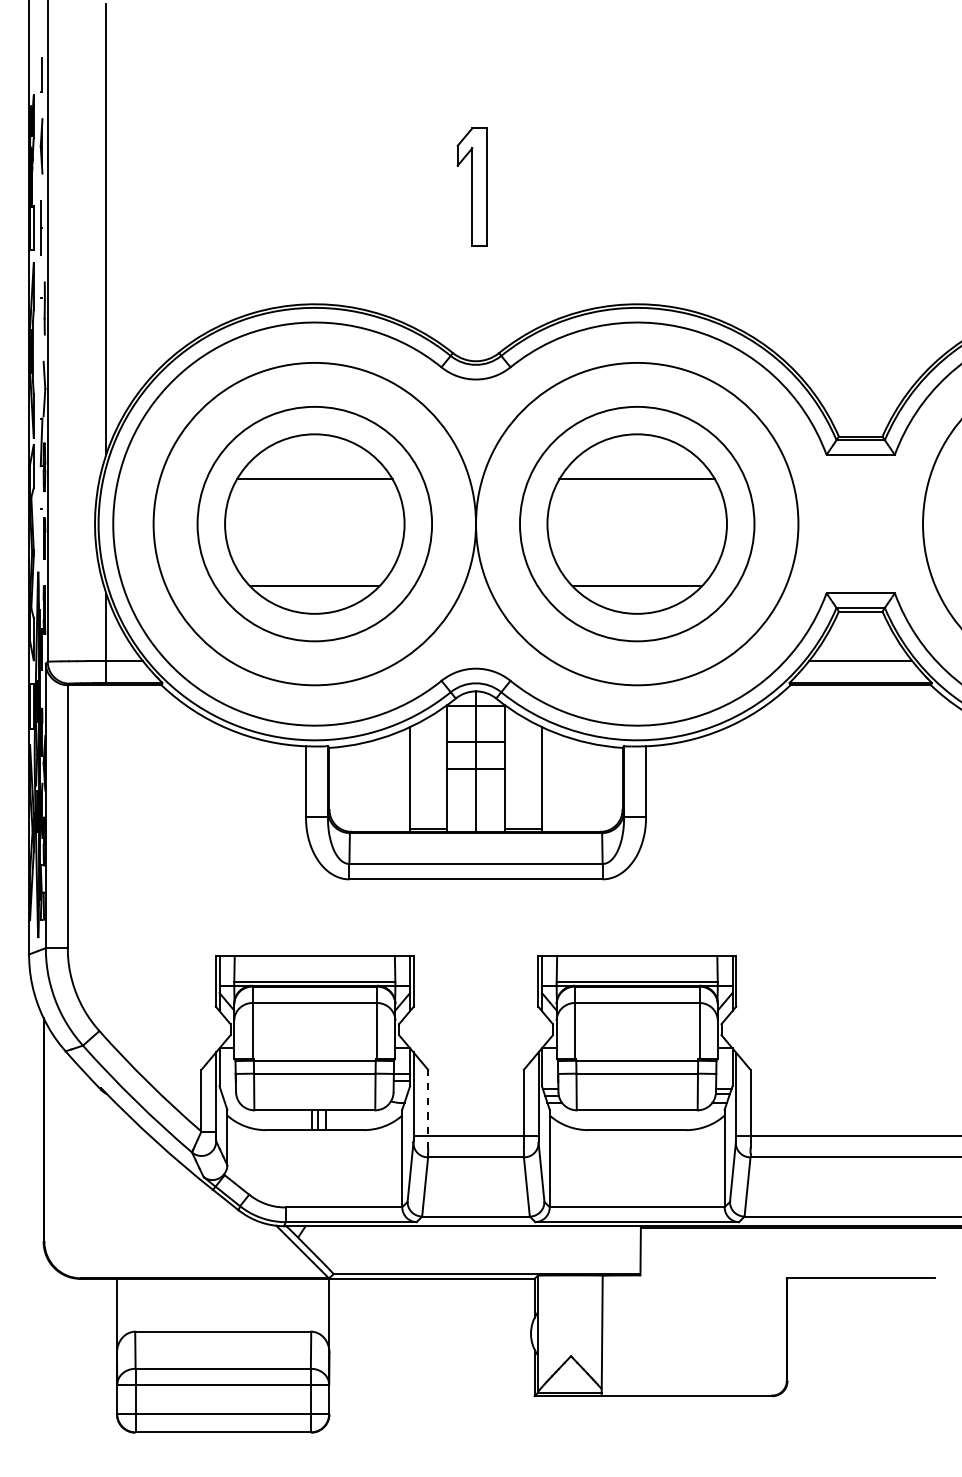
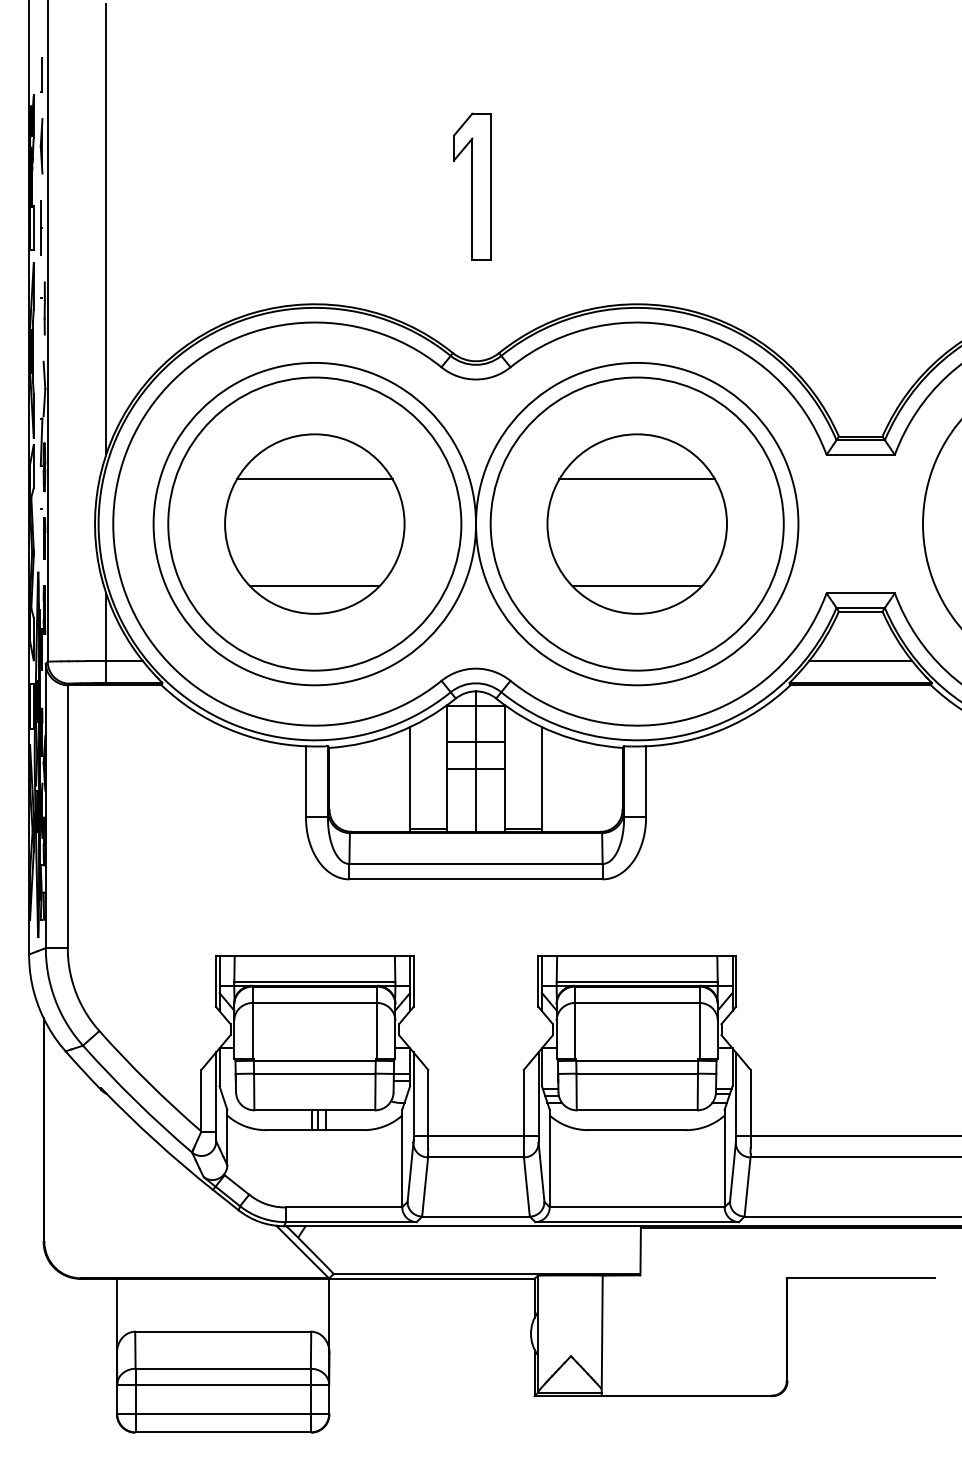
part at (471, 186) size: 32x120 px -> 39x149 px
circle at (314, 523) diameter: 234 px -> 293 px
circle at (636, 523) diameter: 234 px -> 293 px
line at (428, 1109): dashed -> solid
